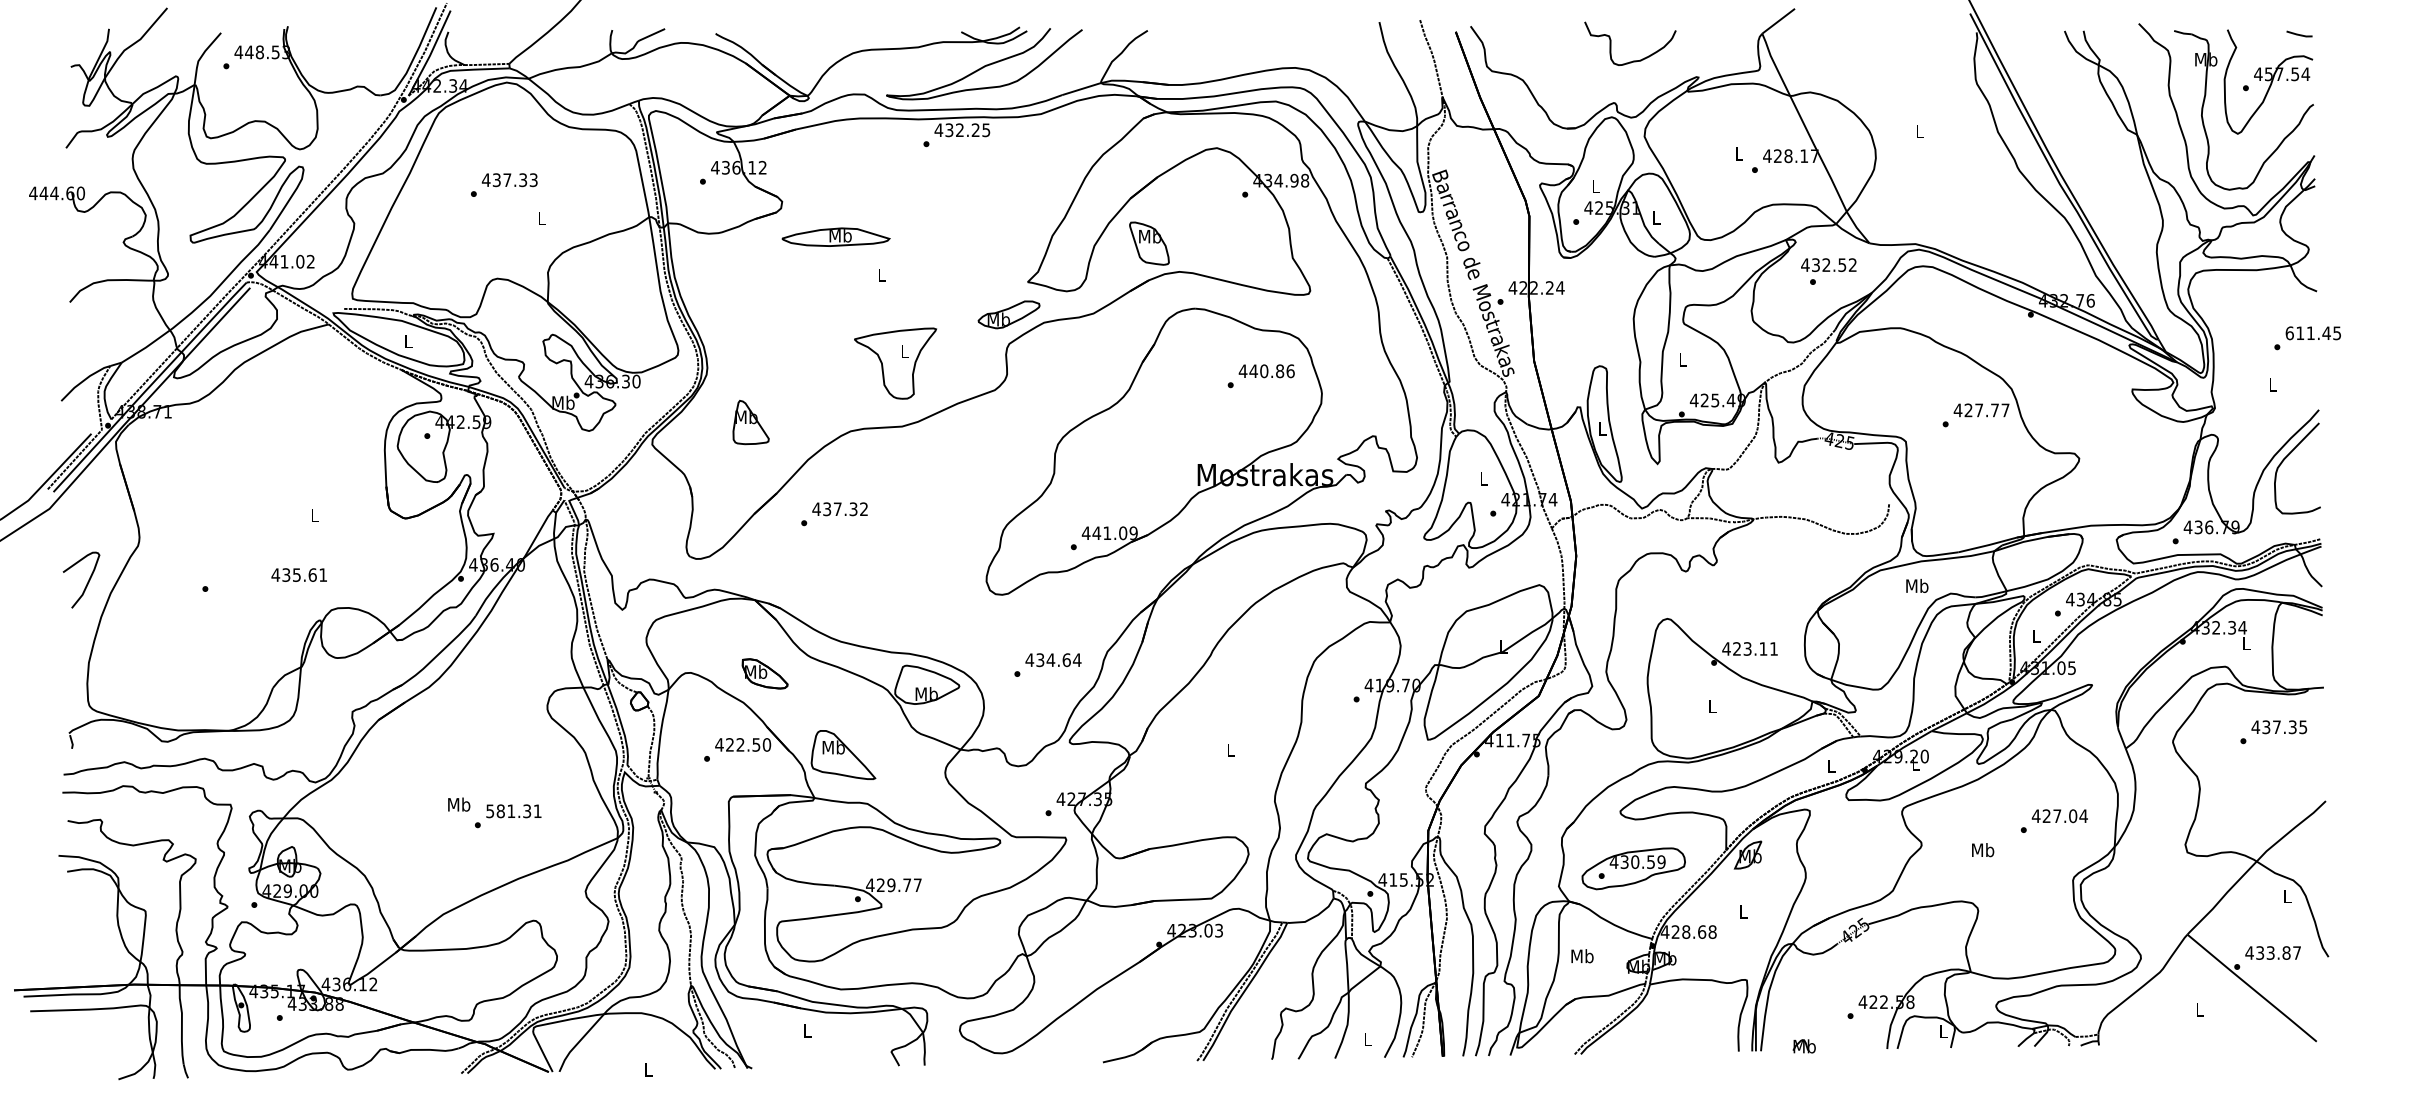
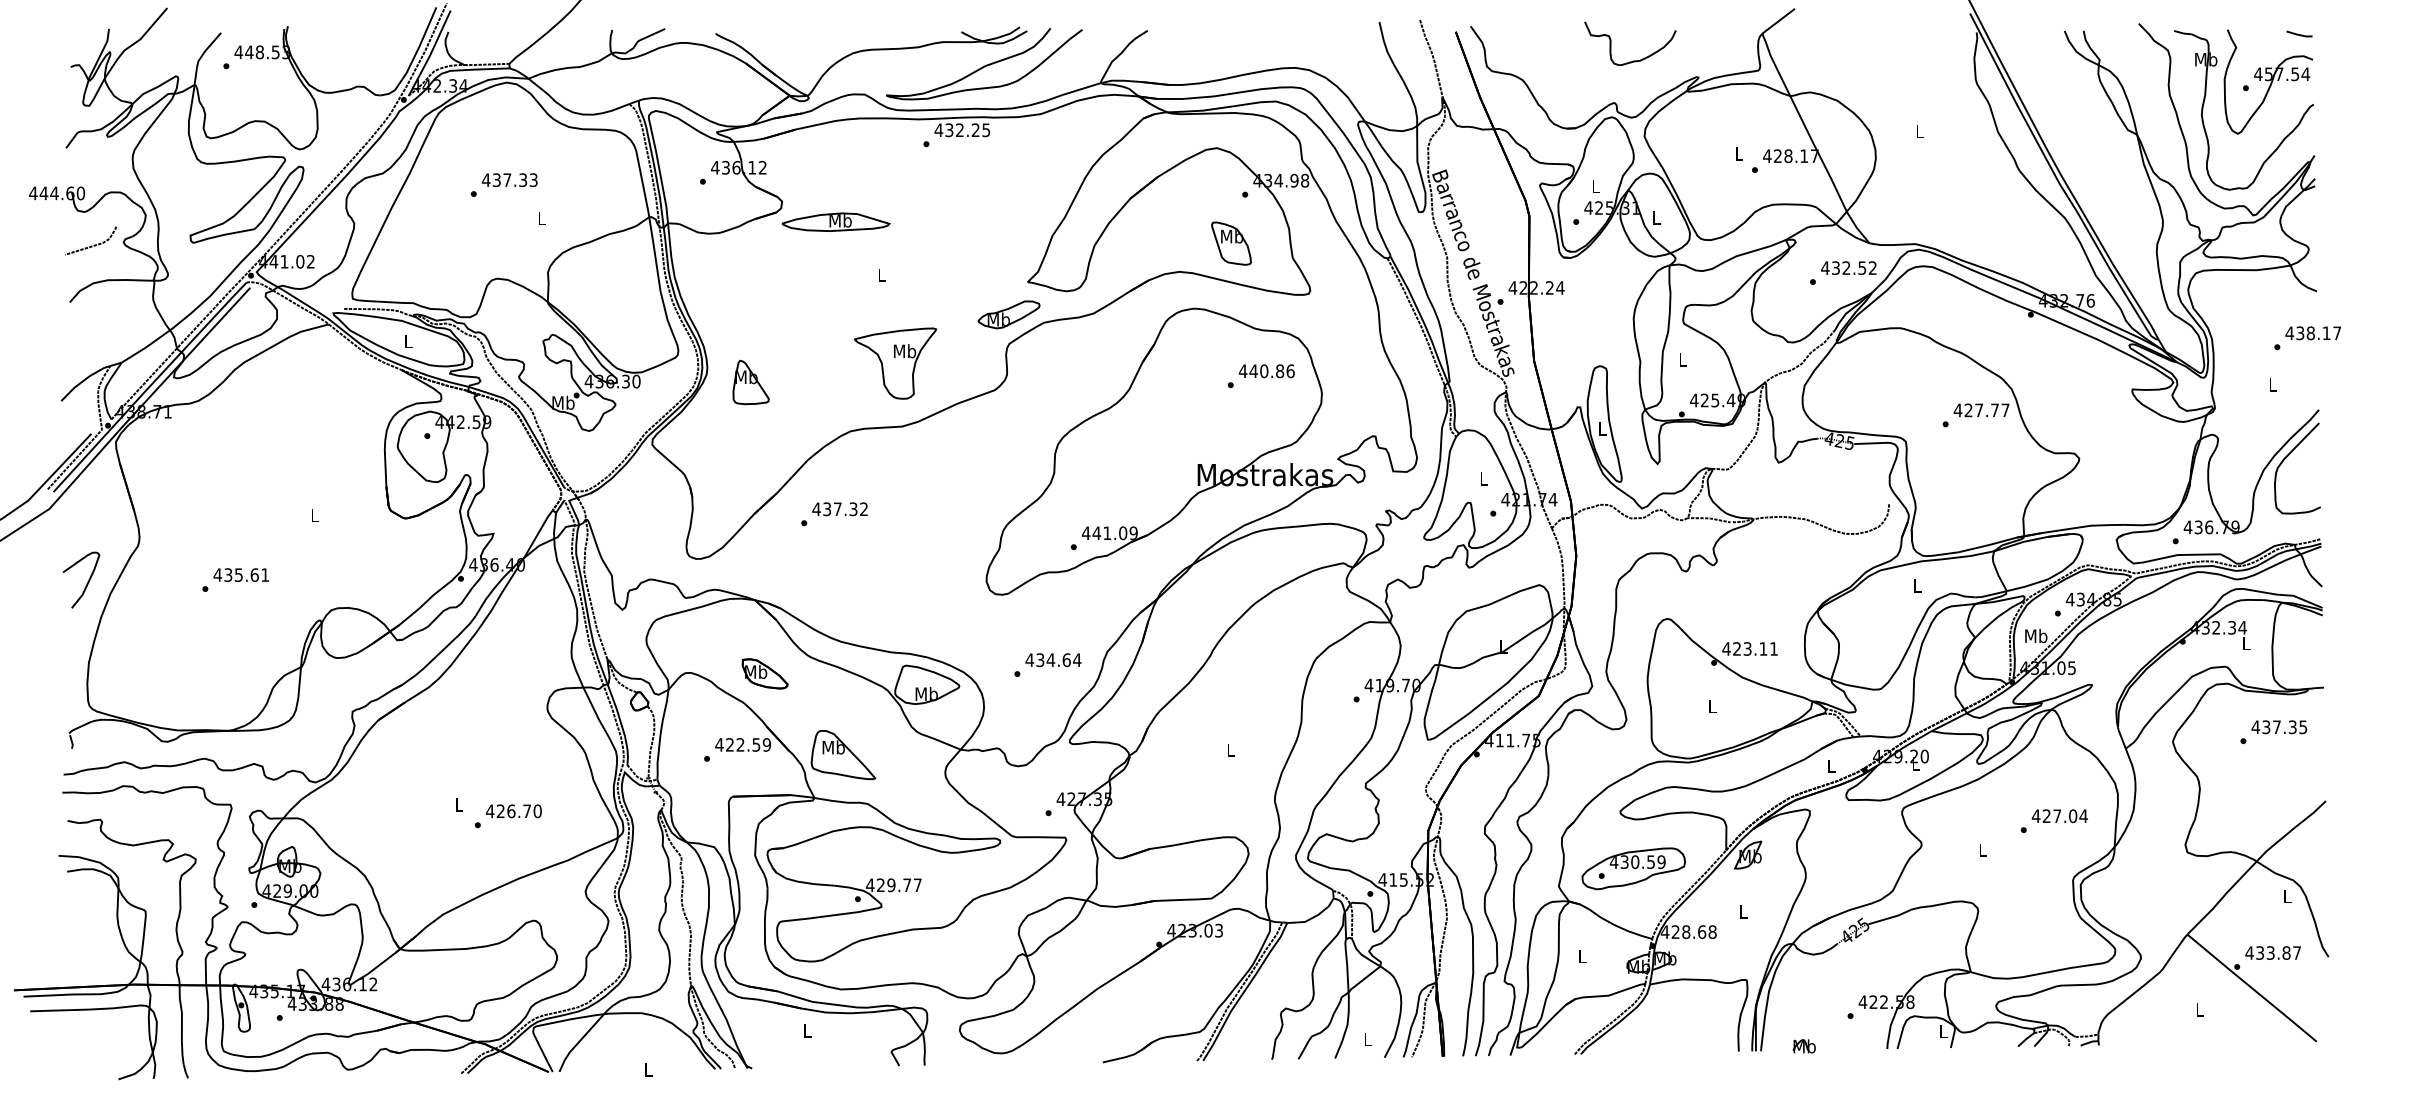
part at (835, 236) position: (835, 236) -> (835, 221)
part at (1149, 243) position: (1149, 243) -> (1231, 243)
line at (91, 245): none -> present
text at (1828, 264) position: (1828, 264) -> (1848, 267)
text at (2312, 333): 611.45 -> 438.17
text at (905, 351): L -> Mb
part at (750, 422) position: (750, 422) -> (750, 382)
text at (298, 574) position: (298, 574) -> (240, 574)
text at (1917, 585): Mb -> L
text at (2036, 636): L -> Mb
text at (766, 744): 422.50 -> 422.59
text at (459, 804): Mb -> L
text at (513, 811): 581.31 -> 426.70
text at (1983, 850): Mb -> L
text at (1582, 956): Mb -> L
